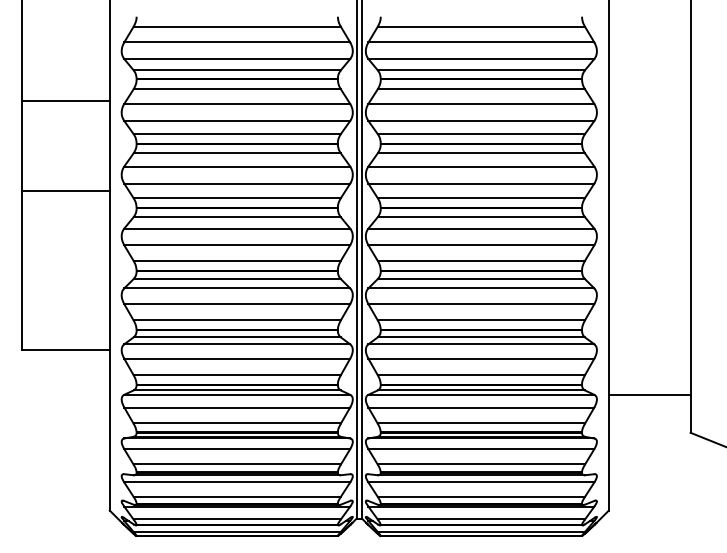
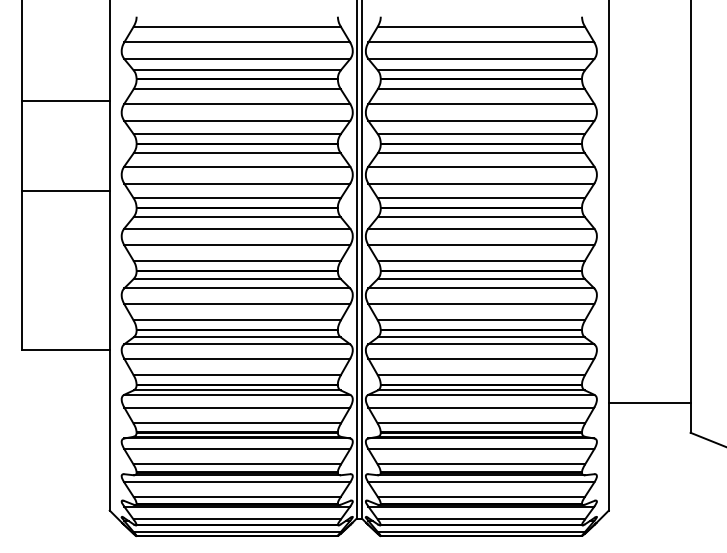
line at (649, 395) position: (649, 395) -> (649, 403)
